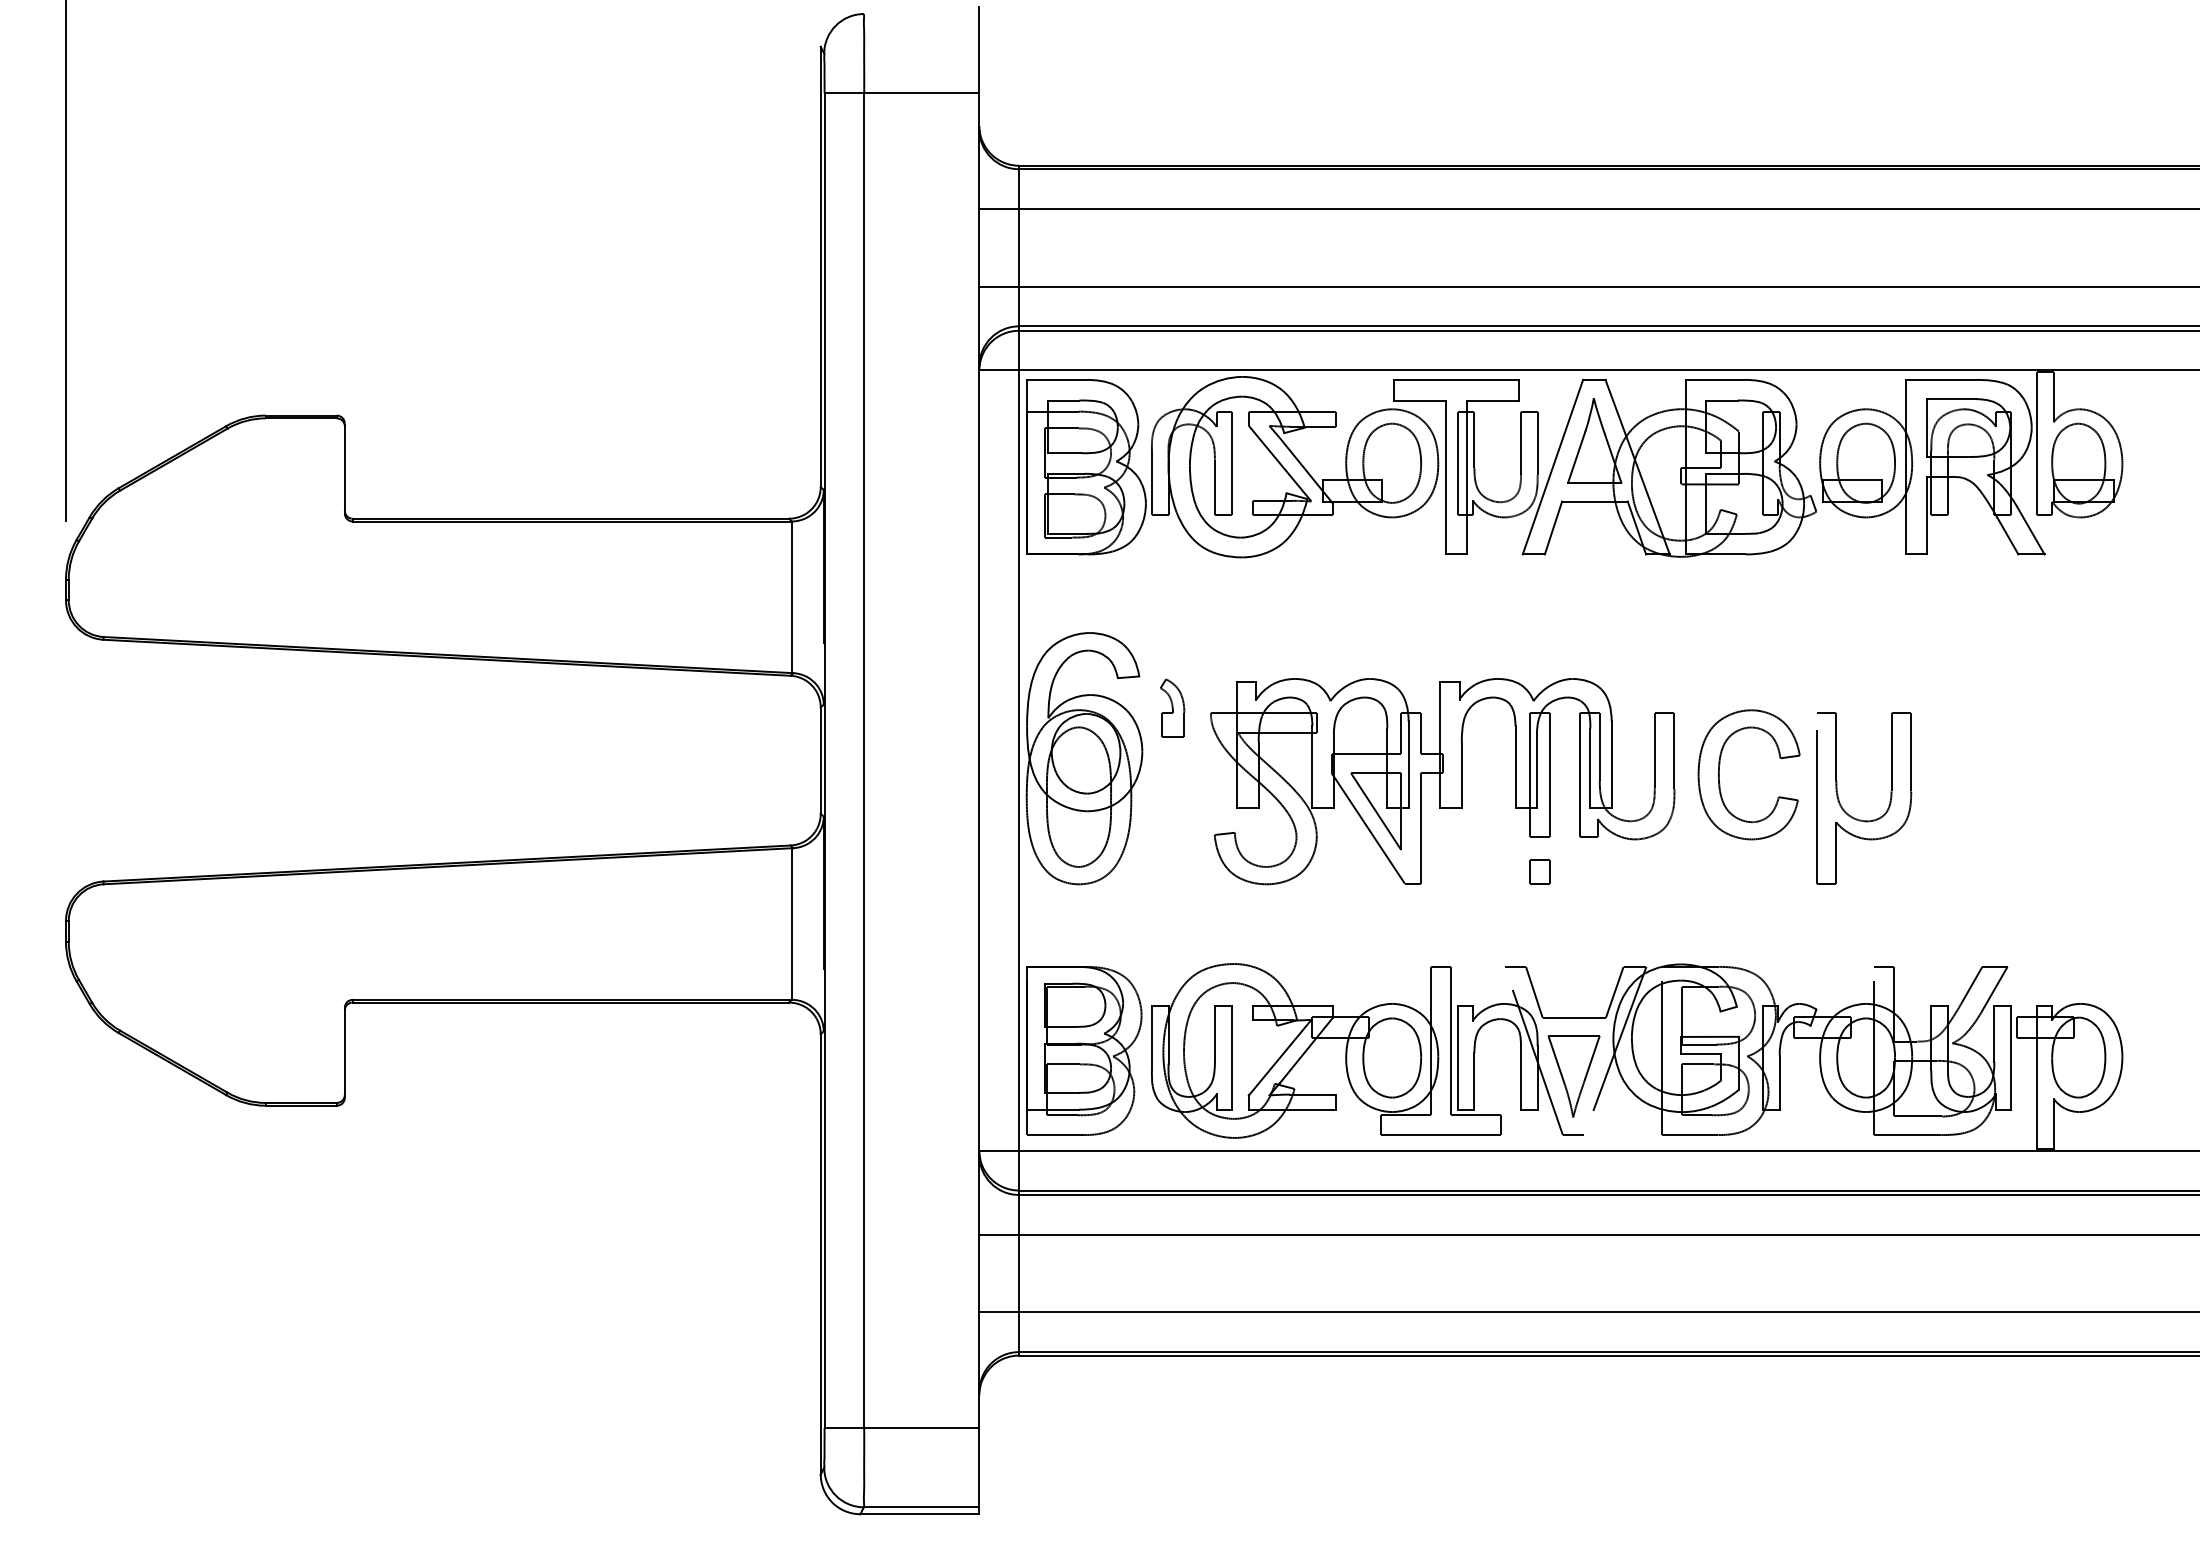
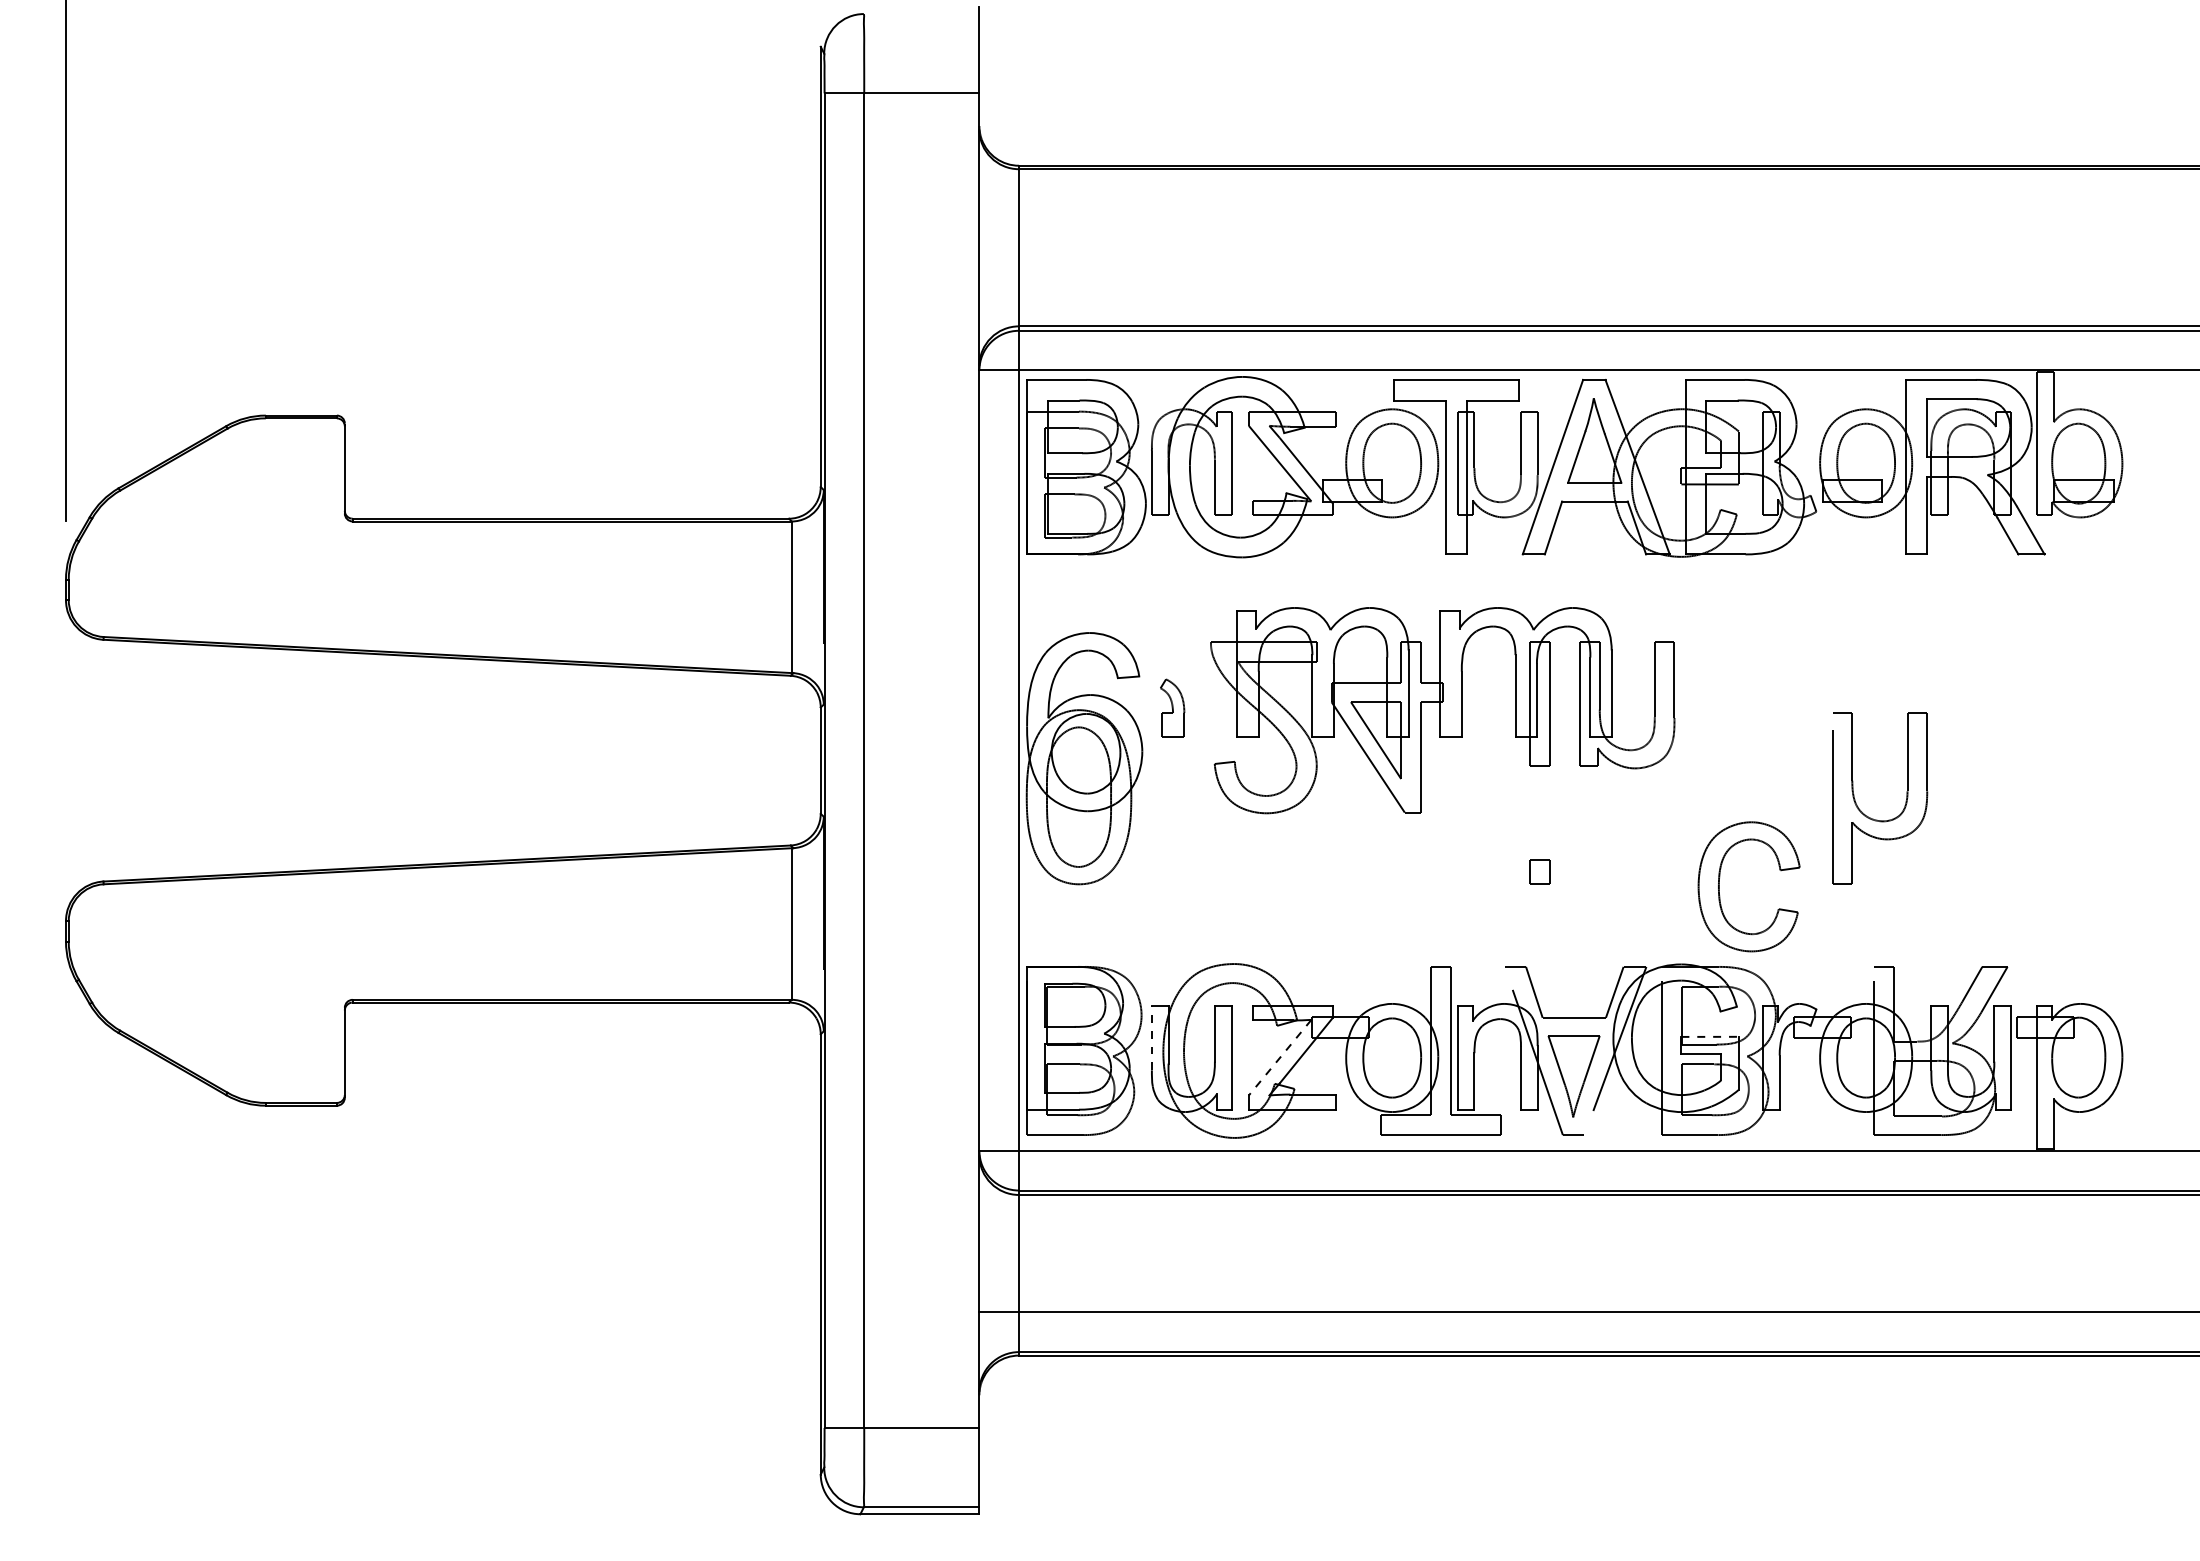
line at (1587, 208): present -> none
line at (1587, 286): present -> none
part at (1719, 774) position: (1719, 774) -> (1719, 886)
part at (1442, 781) position: (1442, 781) -> (1442, 710)
part at (1857, 818) position: (1857, 818) -> (1873, 818)
line at (1710, 1036): solid -> dashed
line at (1151, 1037): solid -> dashed
line at (1279, 1058): solid -> dashed
line at (1587, 1234): present -> none
